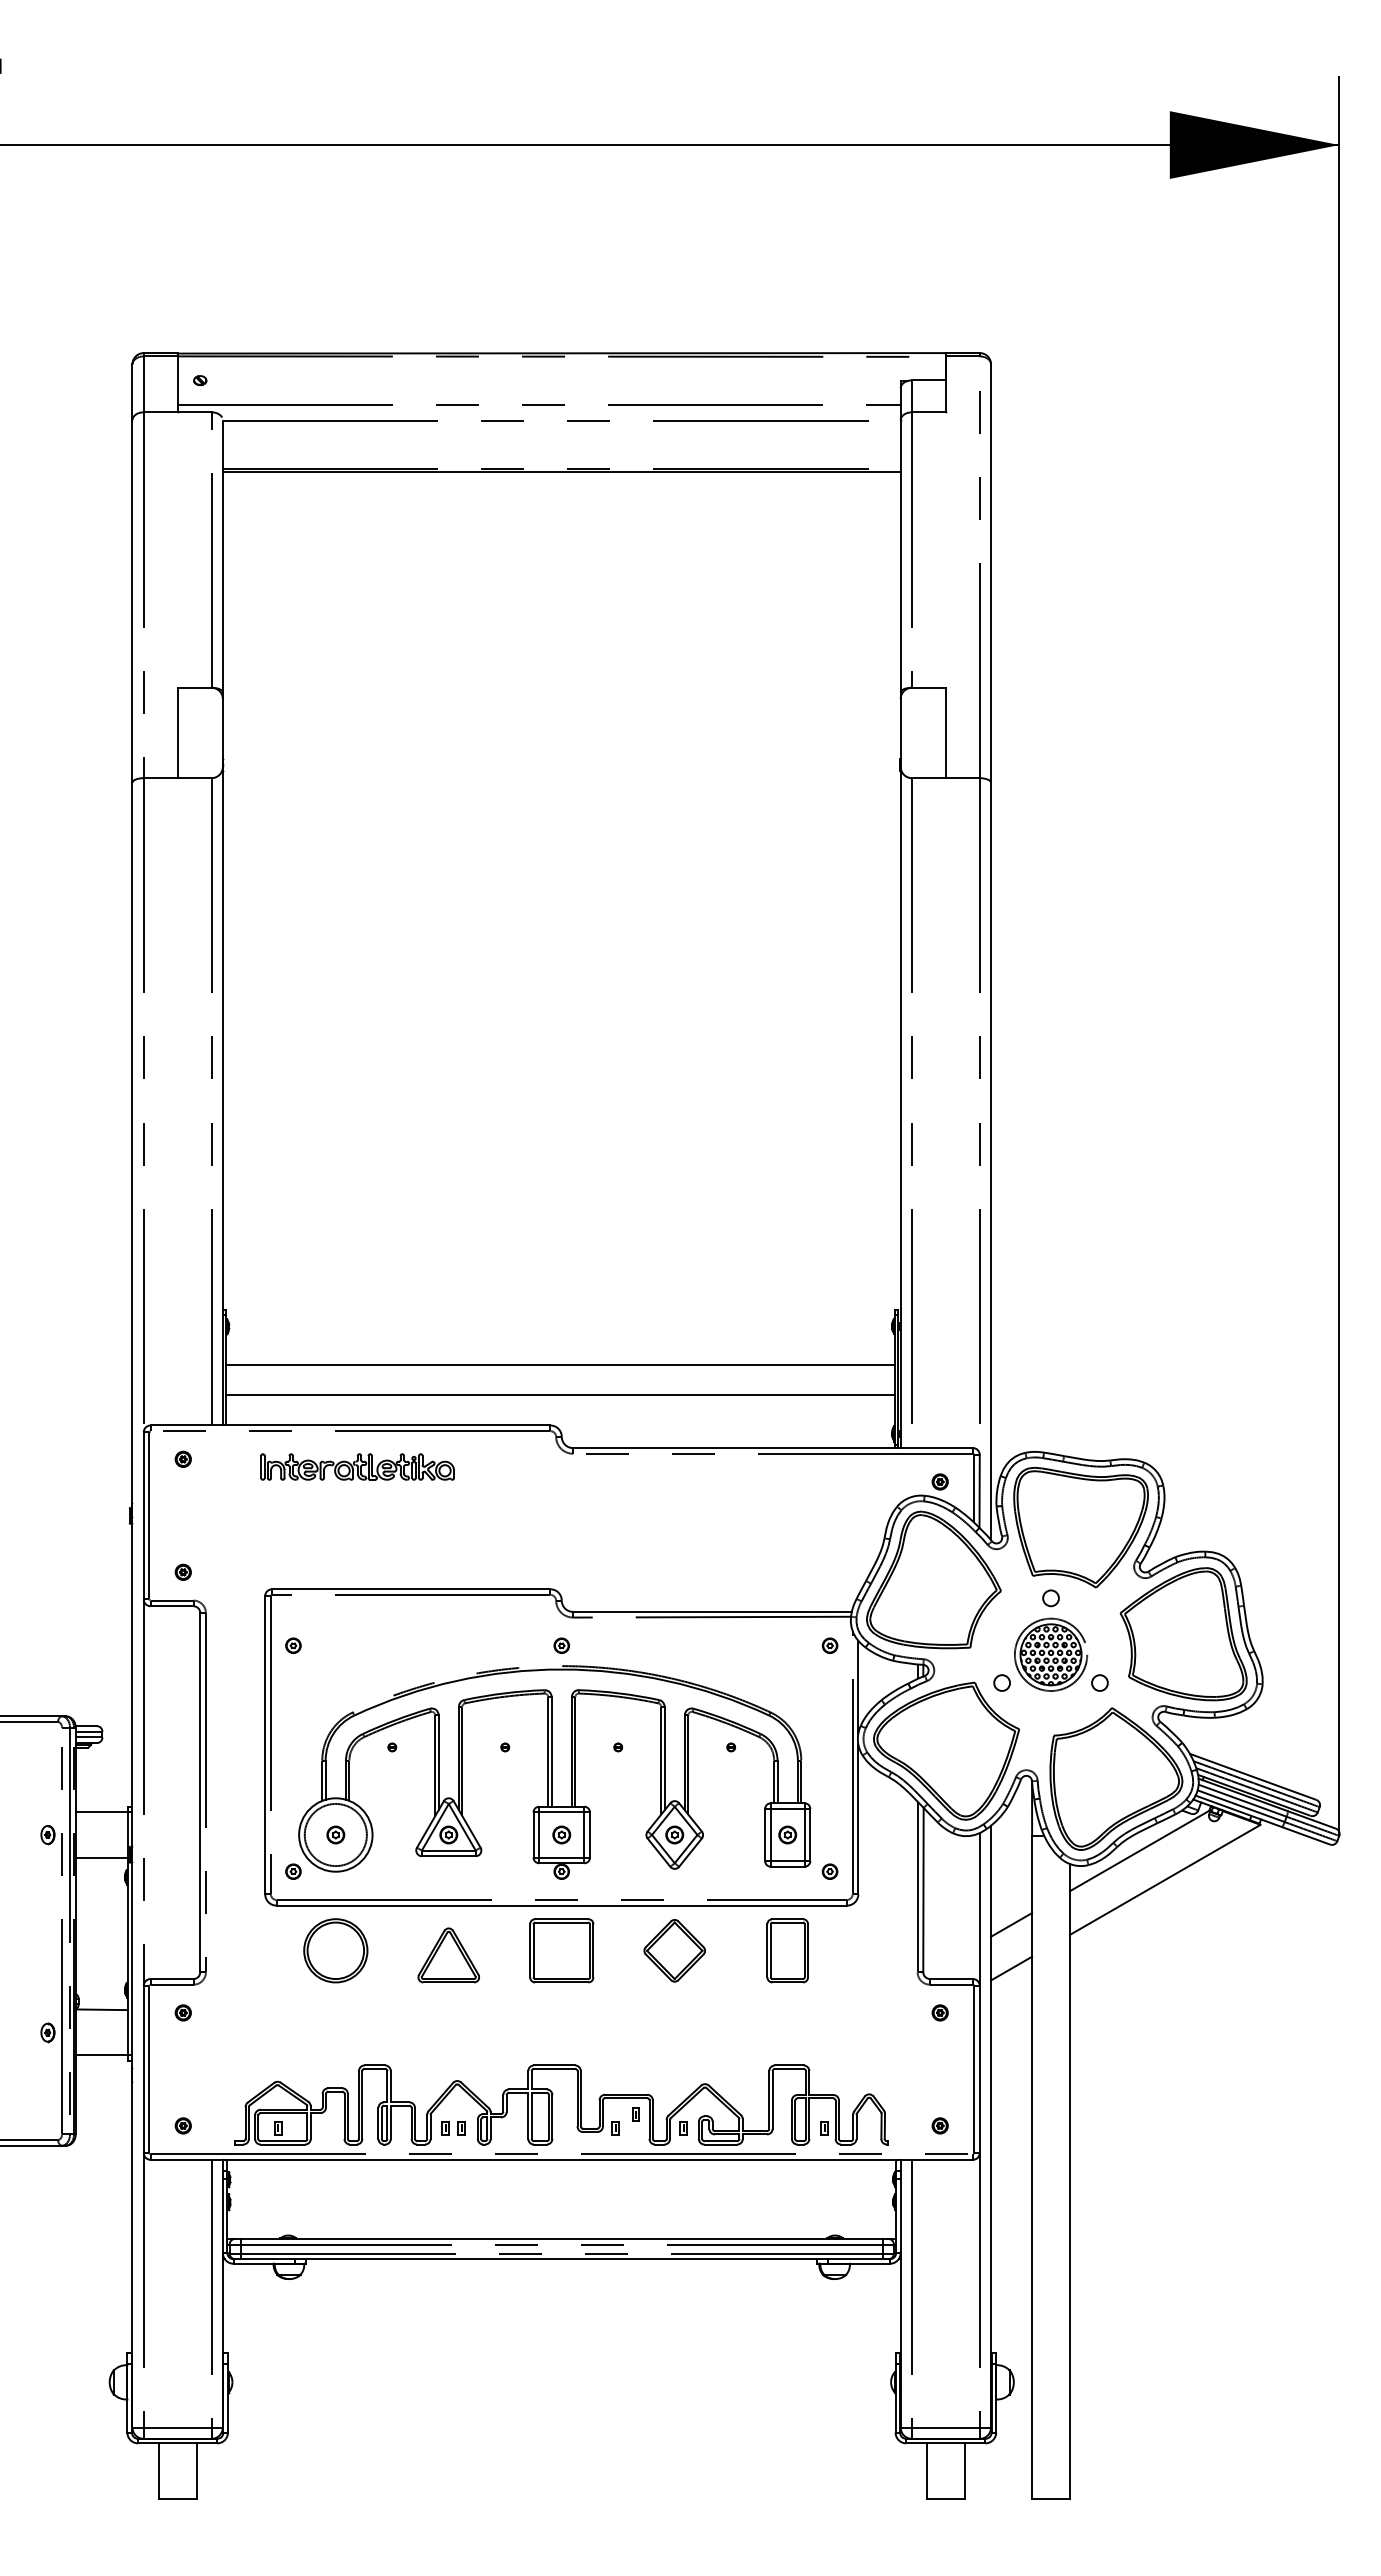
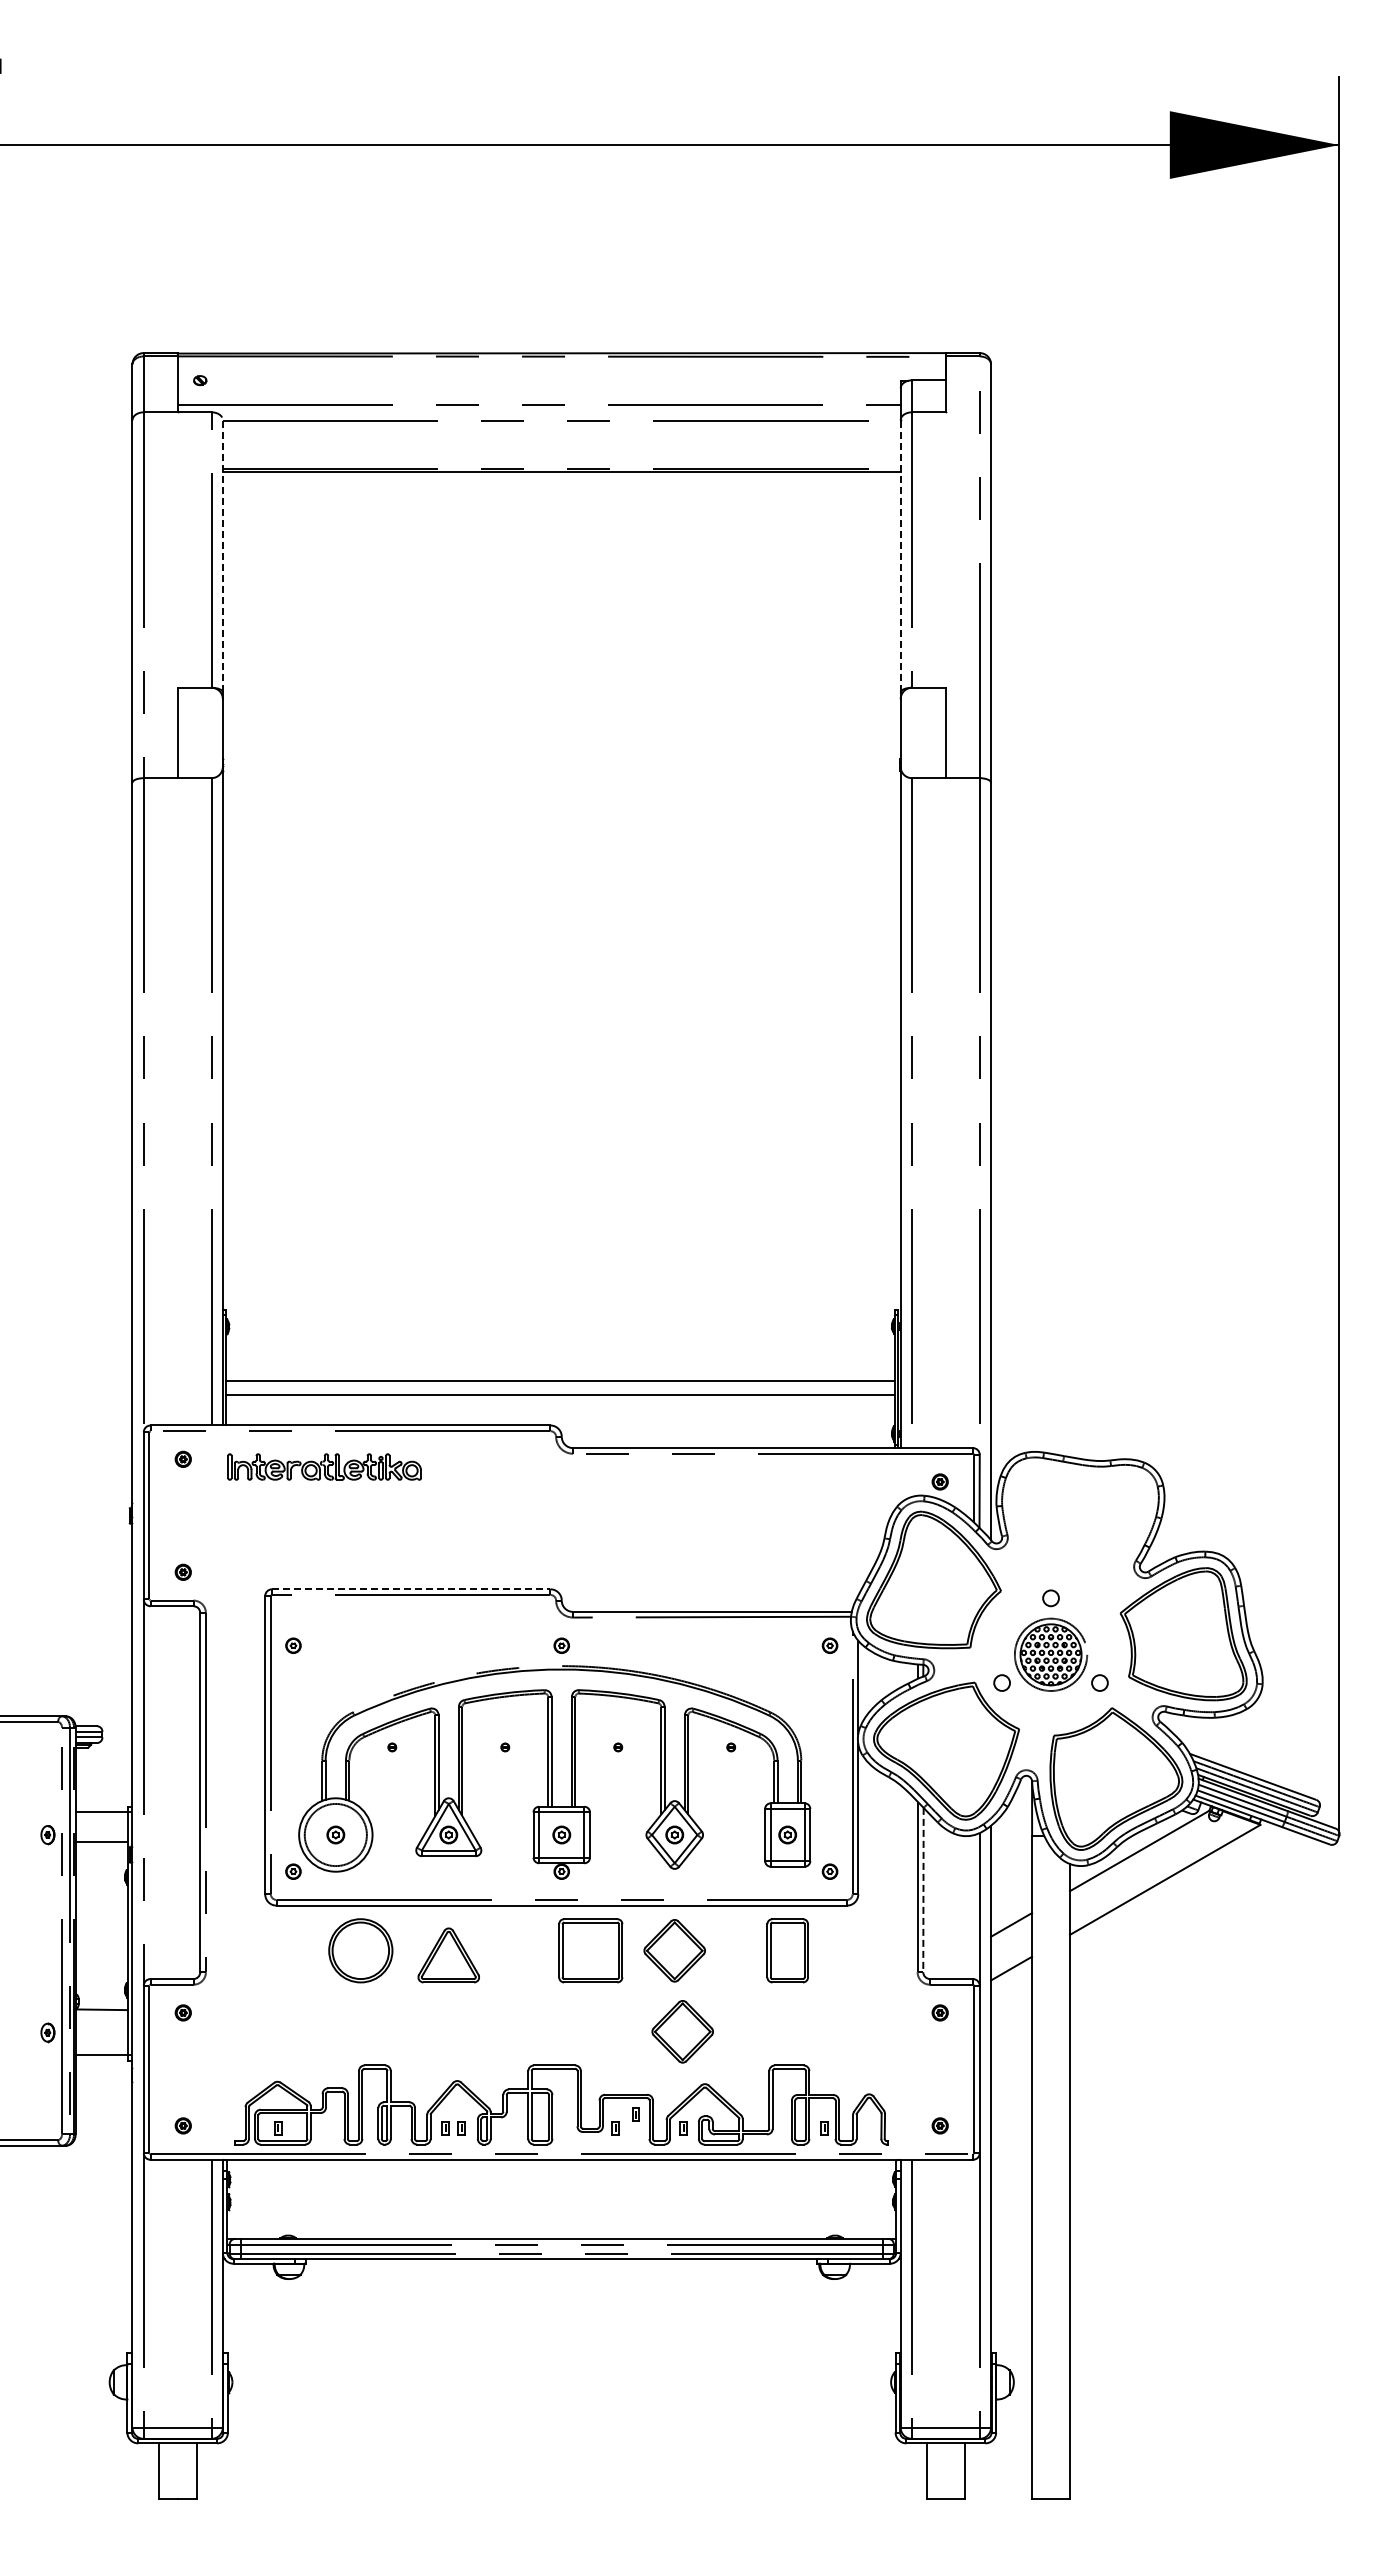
line at (222, 556): solid -> dashed
line at (900, 556): solid -> dashed
line at (560, 1365) position: (560, 1365) -> (560, 1381)
part at (357, 1466) position: (357, 1466) -> (324, 1466)
part at (1080, 1527): present -> none
line at (411, 1589): solid -> dashed
line at (101, 1857) position: (101, 1857) -> (101, 1841)
line at (923, 1890): solid -> dashed
part at (335, 1950) position: (335, 1950) -> (360, 1950)
part at (561, 1950) position: (561, 1950) -> (590, 1950)
part at (682, 2031): none -> present
